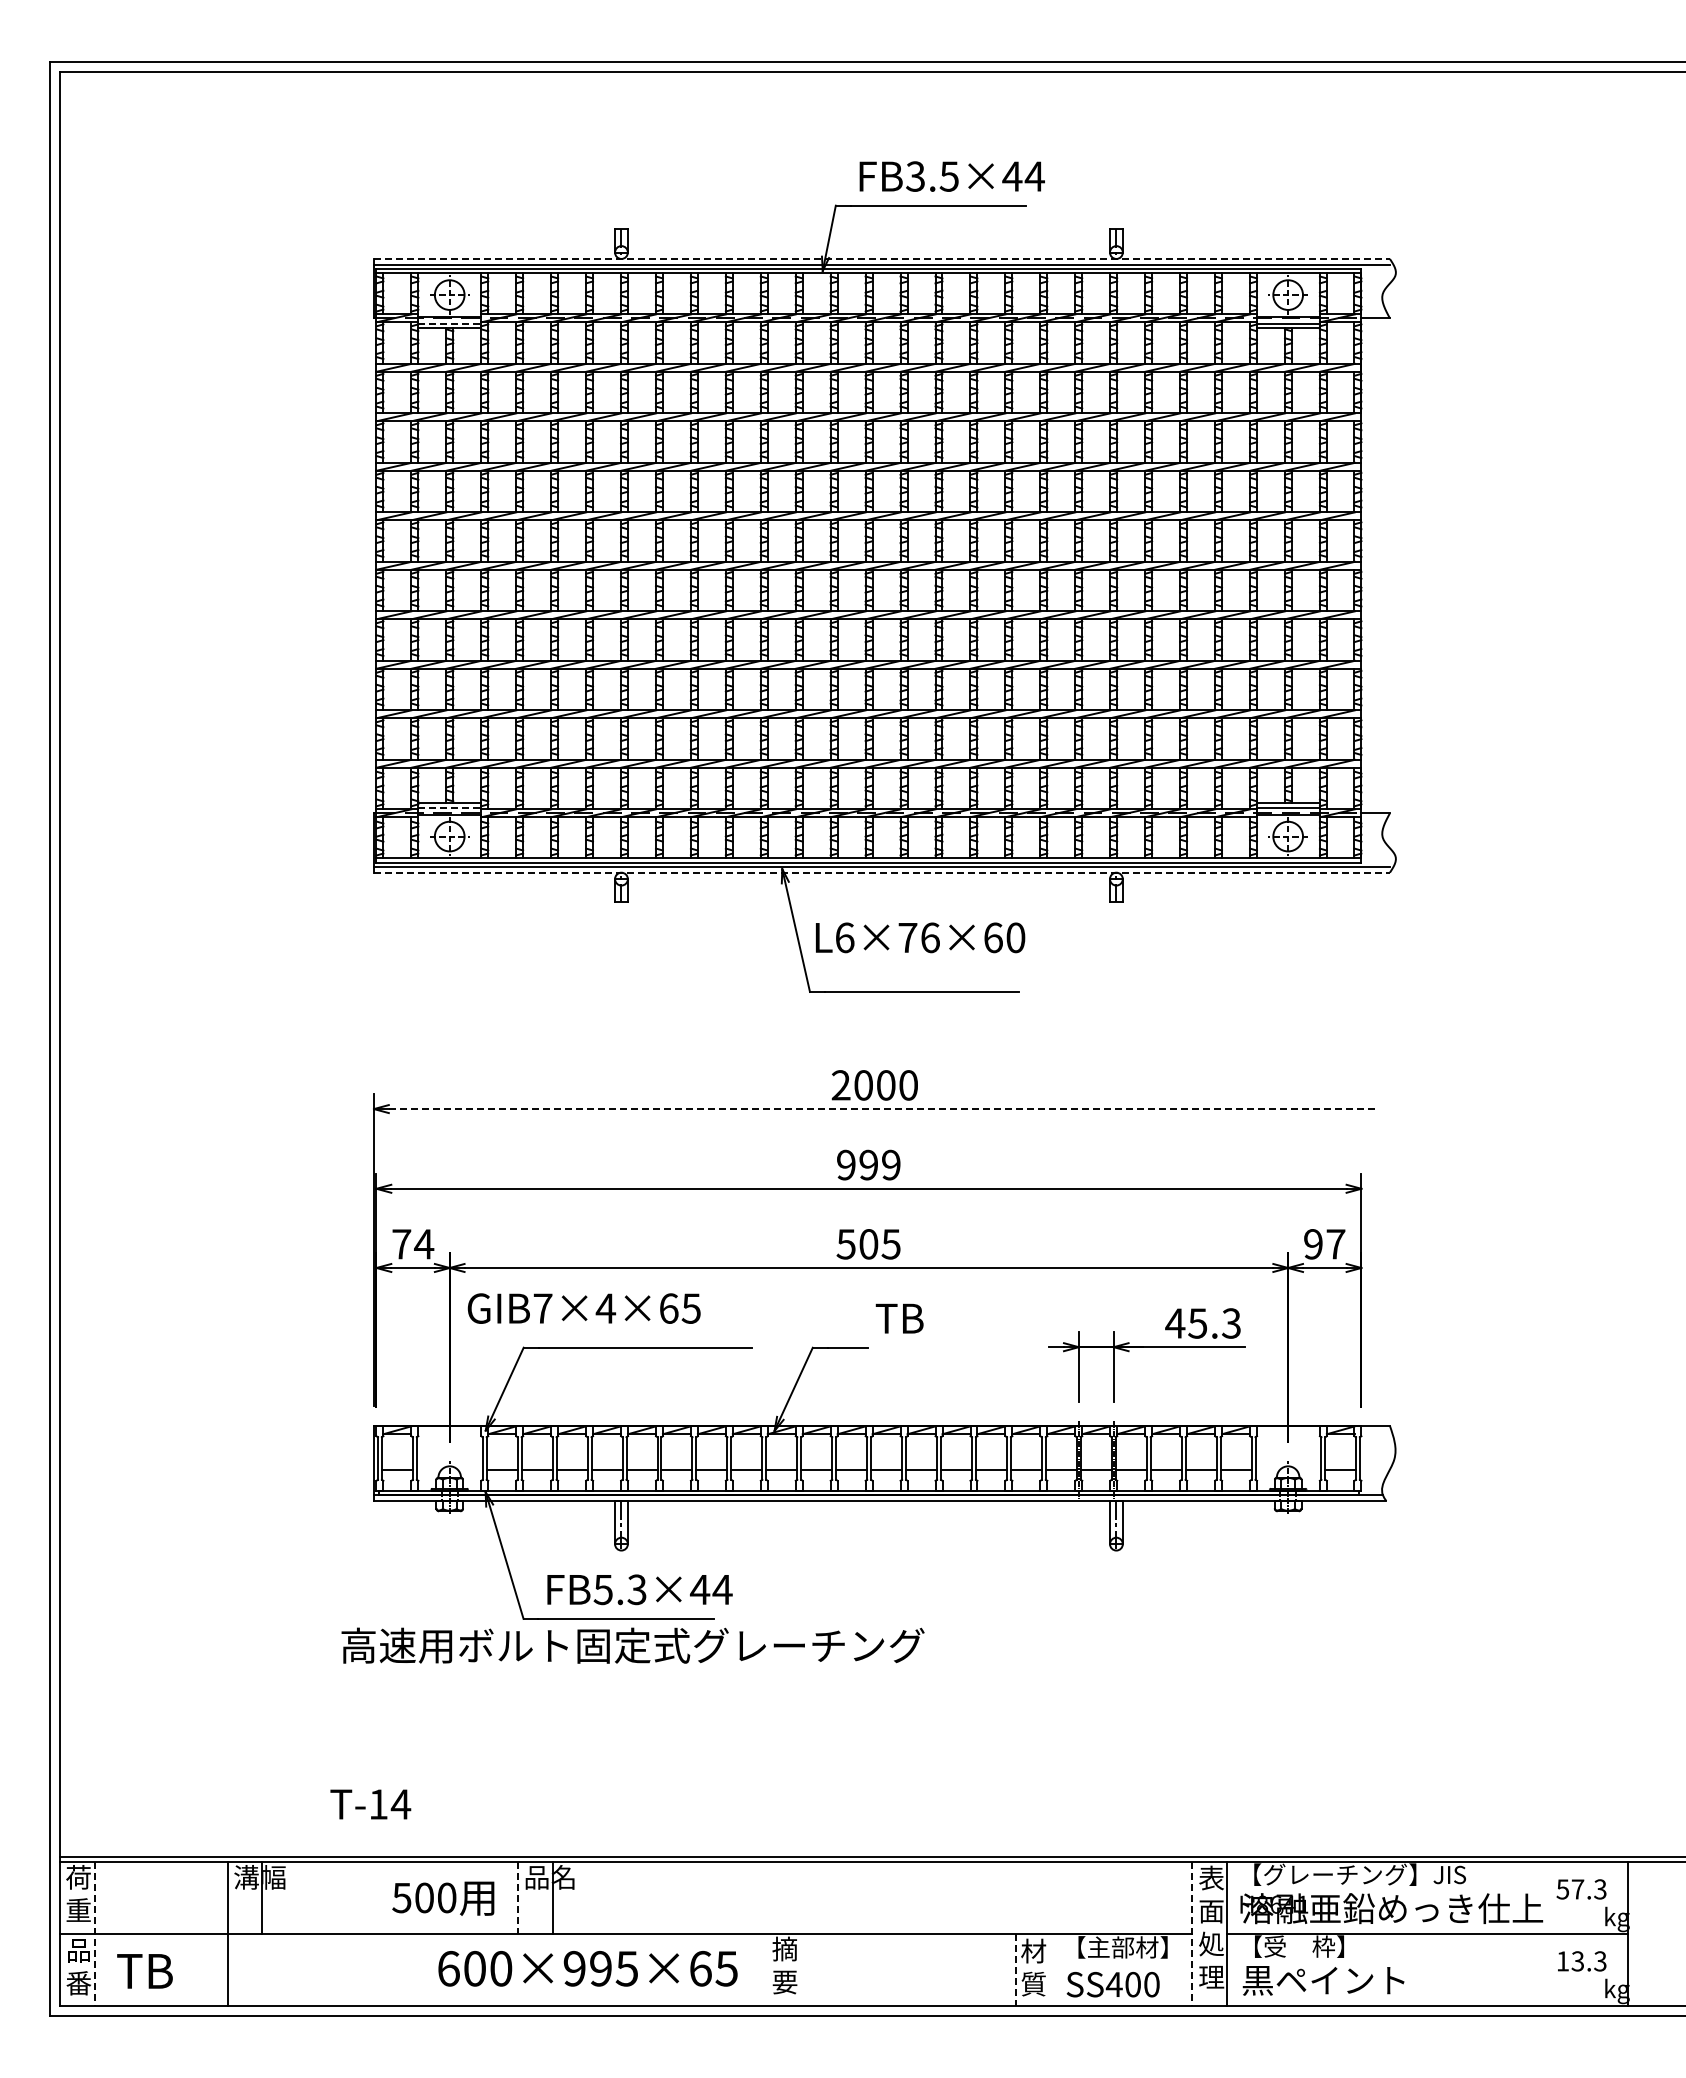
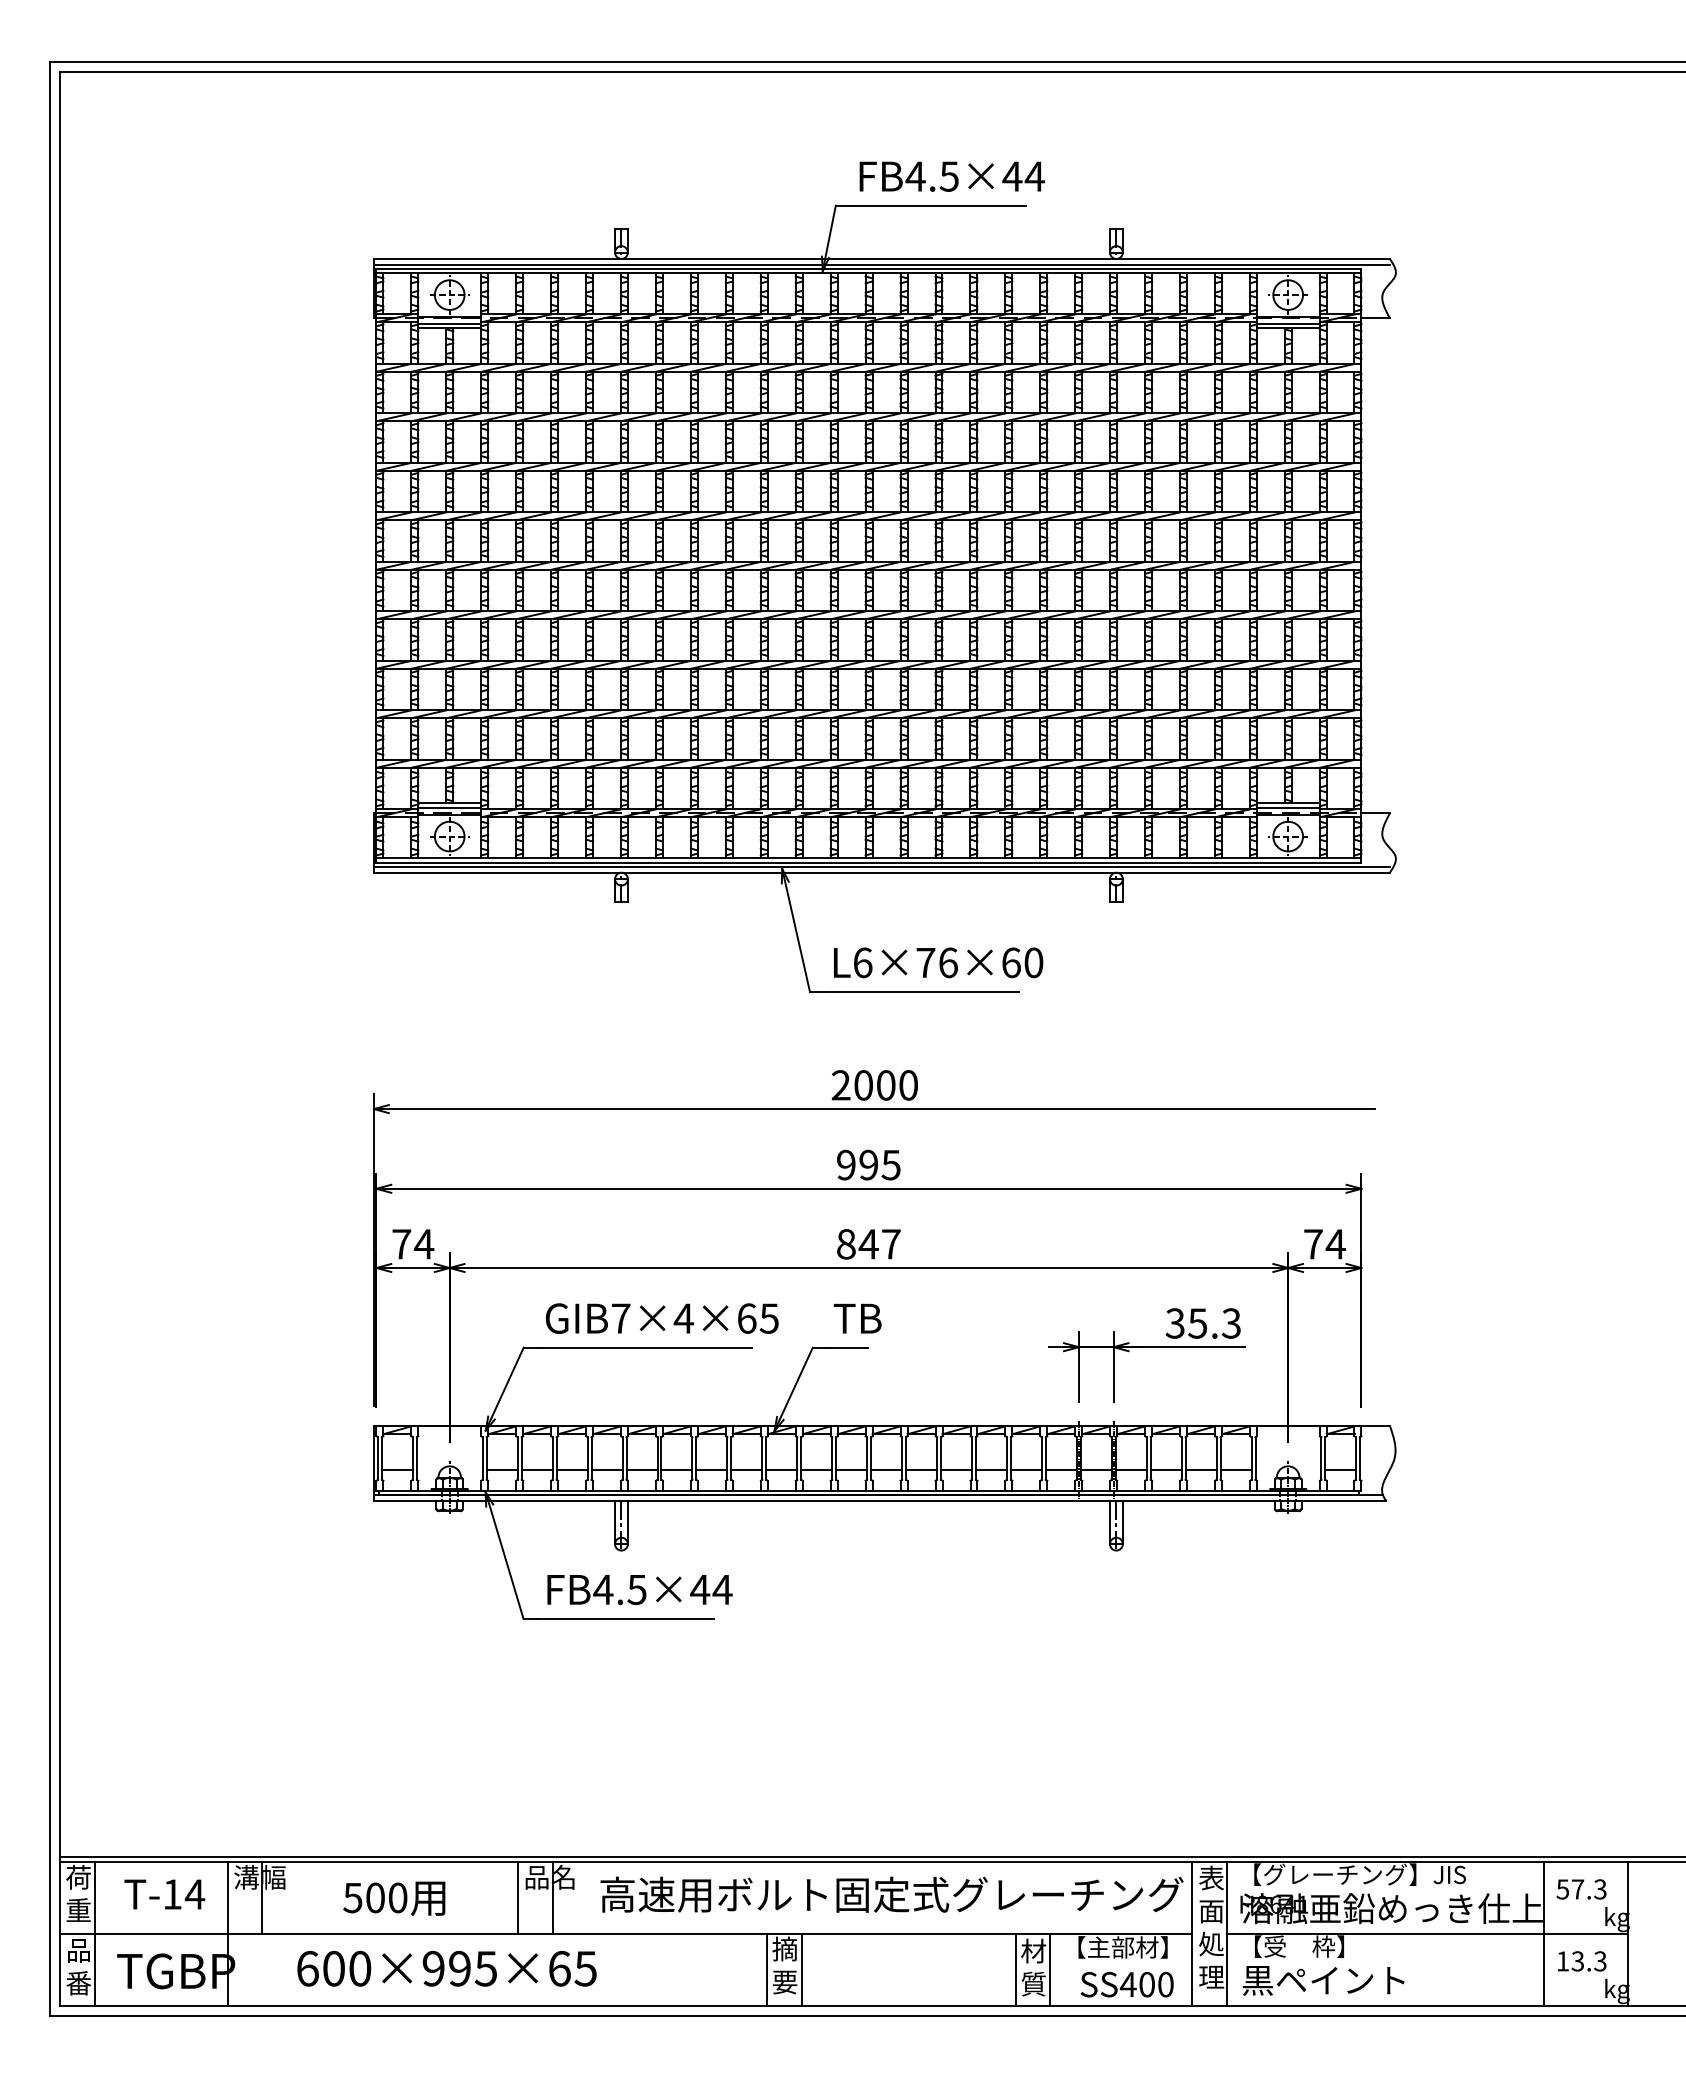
text at (915, 176): FB3.5×44 -> FB4.5×44
line at (881, 258): dashed -> solid
line at (450, 323): dashed -> solid
line at (450, 807): dashed -> solid
line at (881, 872): dashed -> solid
text at (920, 937) position: (920, 937) -> (938, 962)
line at (881, 1109): dashed -> solid
text at (890, 1164): 999 -> 995
text at (868, 1244): 505 -> 847
text at (1324, 1244): 97 -> 74
text at (583, 1308) position: (583, 1308) -> (661, 1318)
text at (899, 1318) position: (899, 1318) -> (857, 1318)
text at (1175, 1323): 45.3 -> 35.3
text at (619, 1589): FB5.3×44 -> FB4.5×44
text at (632, 1645) position: (632, 1645) -> (891, 1894)
text at (370, 1804) position: (370, 1804) -> (164, 1894)
line at (518, 1897): dashed -> solid
text at (443, 1898) position: (443, 1898) -> (394, 1898)
line at (94, 1933): dashed -> solid
line at (1192, 1933): dashed -> solid
line at (1543, 1933): none -> present
text at (587, 1968) position: (587, 1968) -> (446, 1968)
line at (766, 1969): none -> present
line at (801, 1969): none -> present
line at (1015, 1969): dashed -> solid
line at (1050, 1969): none -> present
text at (190, 1971): TB -> TGBP
text at (1112, 1984) position: (1112, 1984) -> (1126, 1984)
